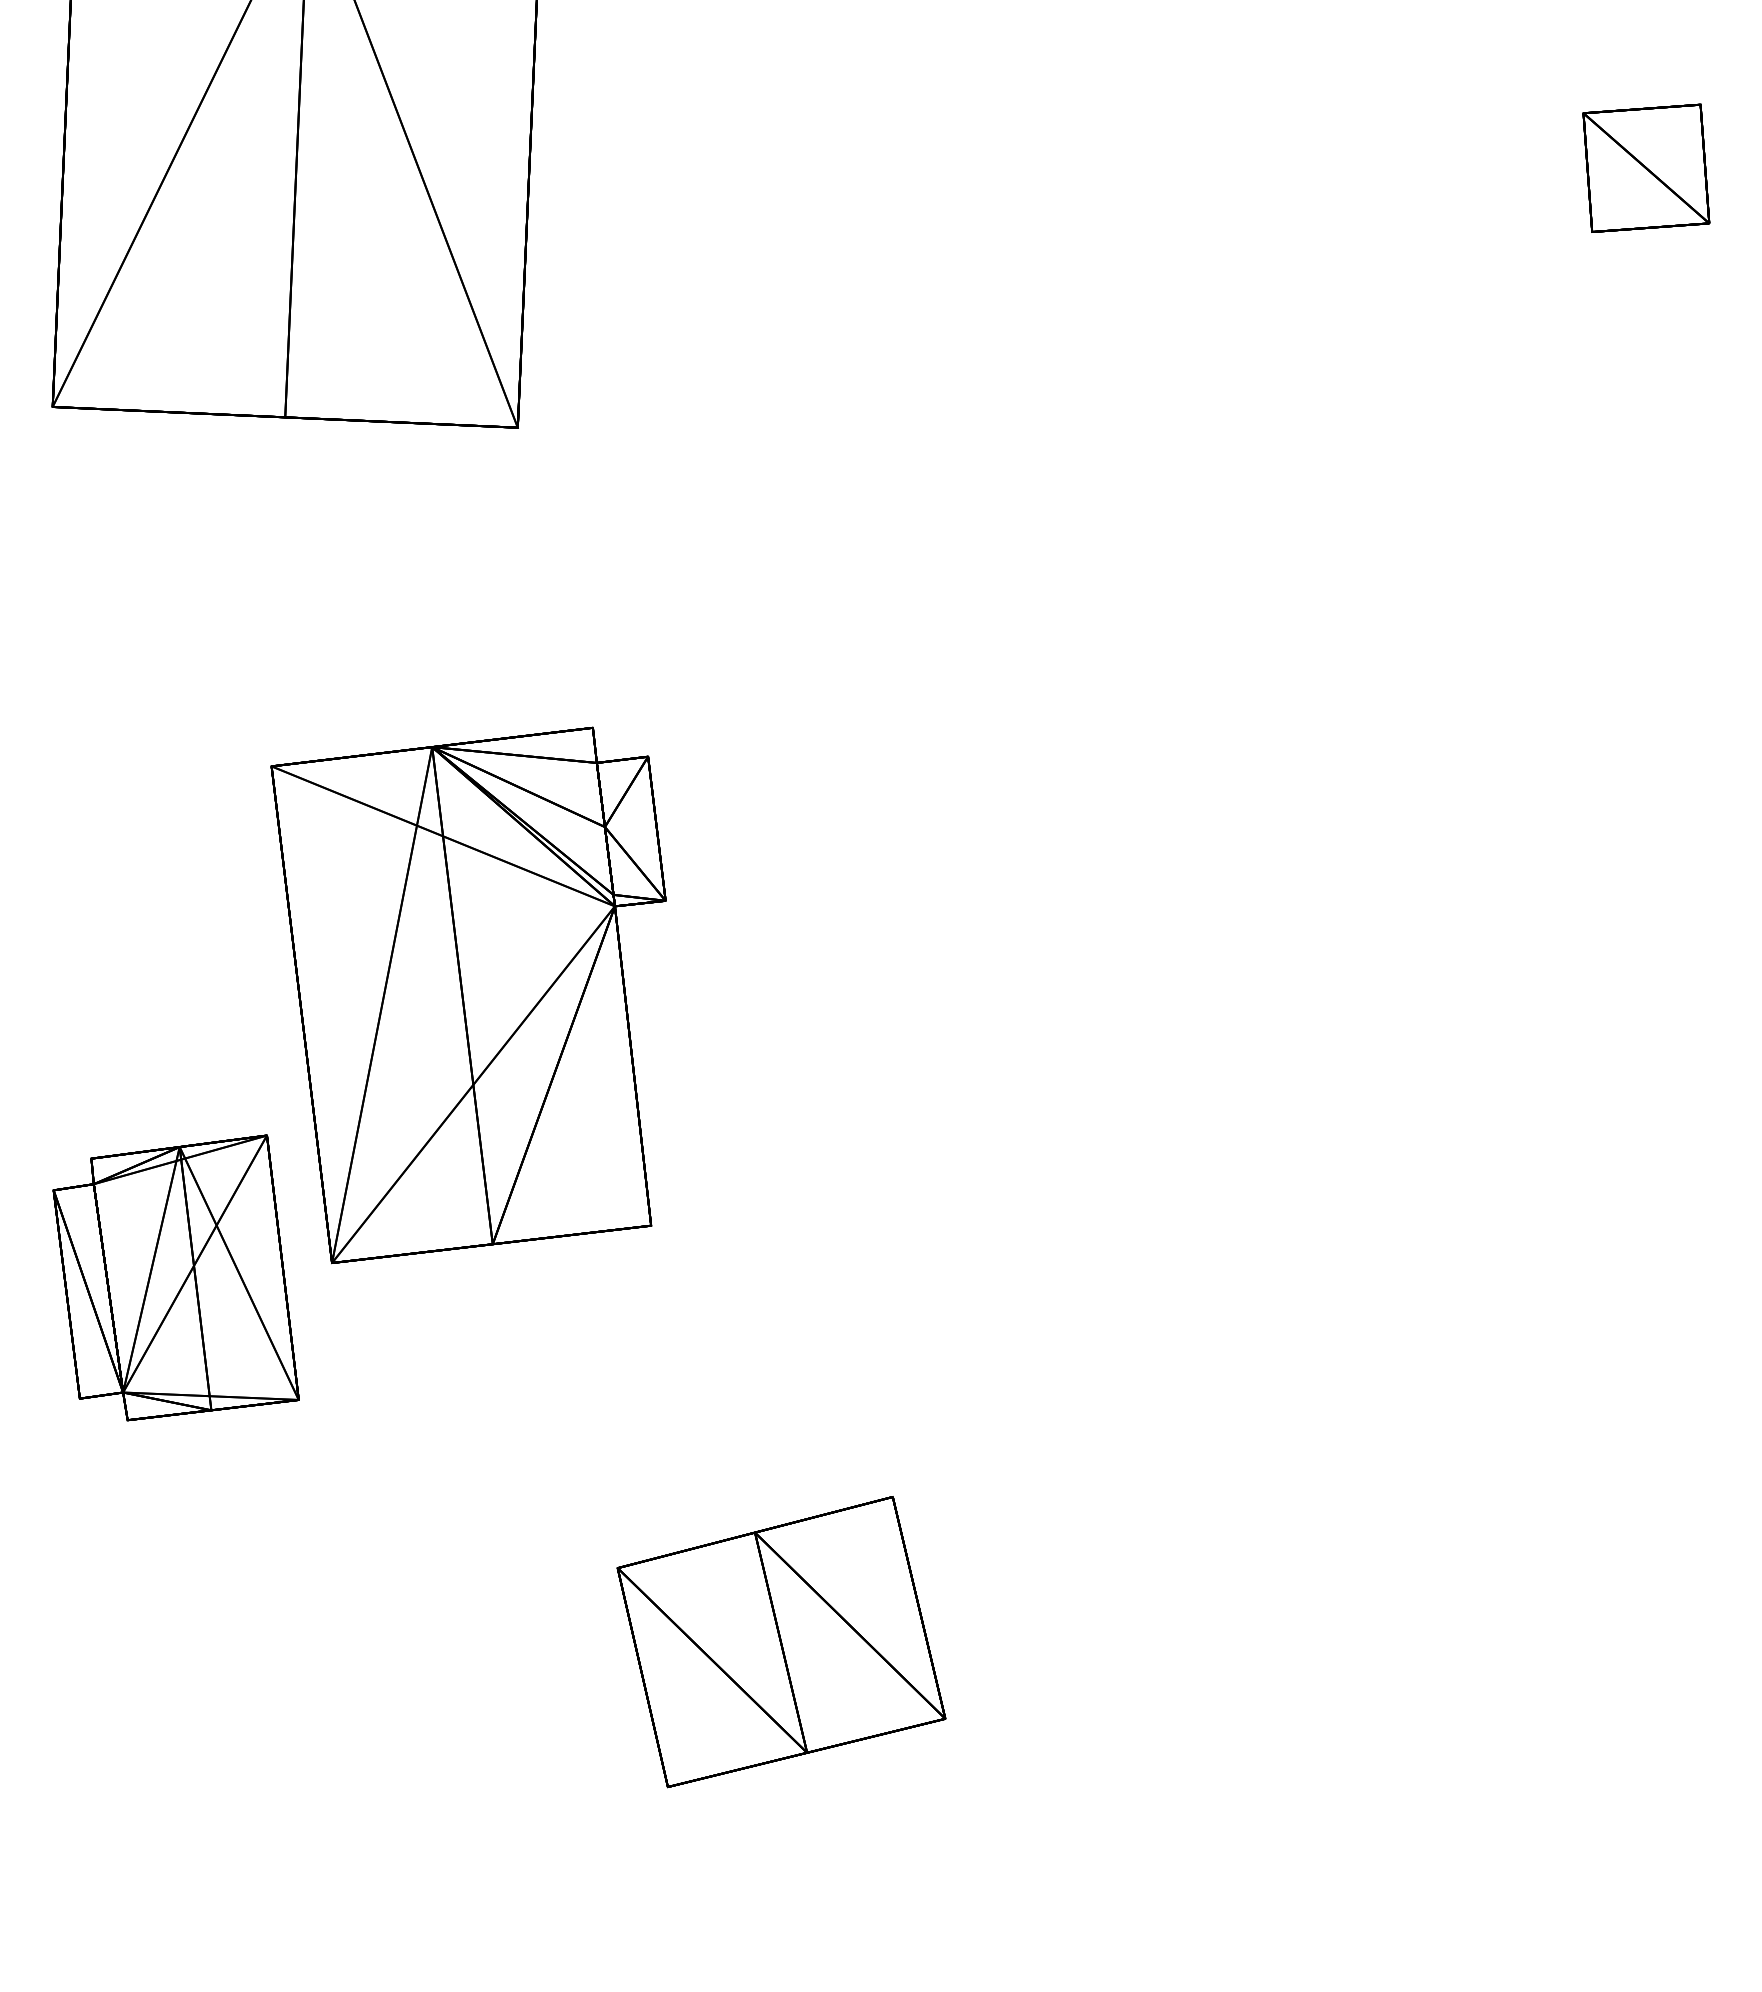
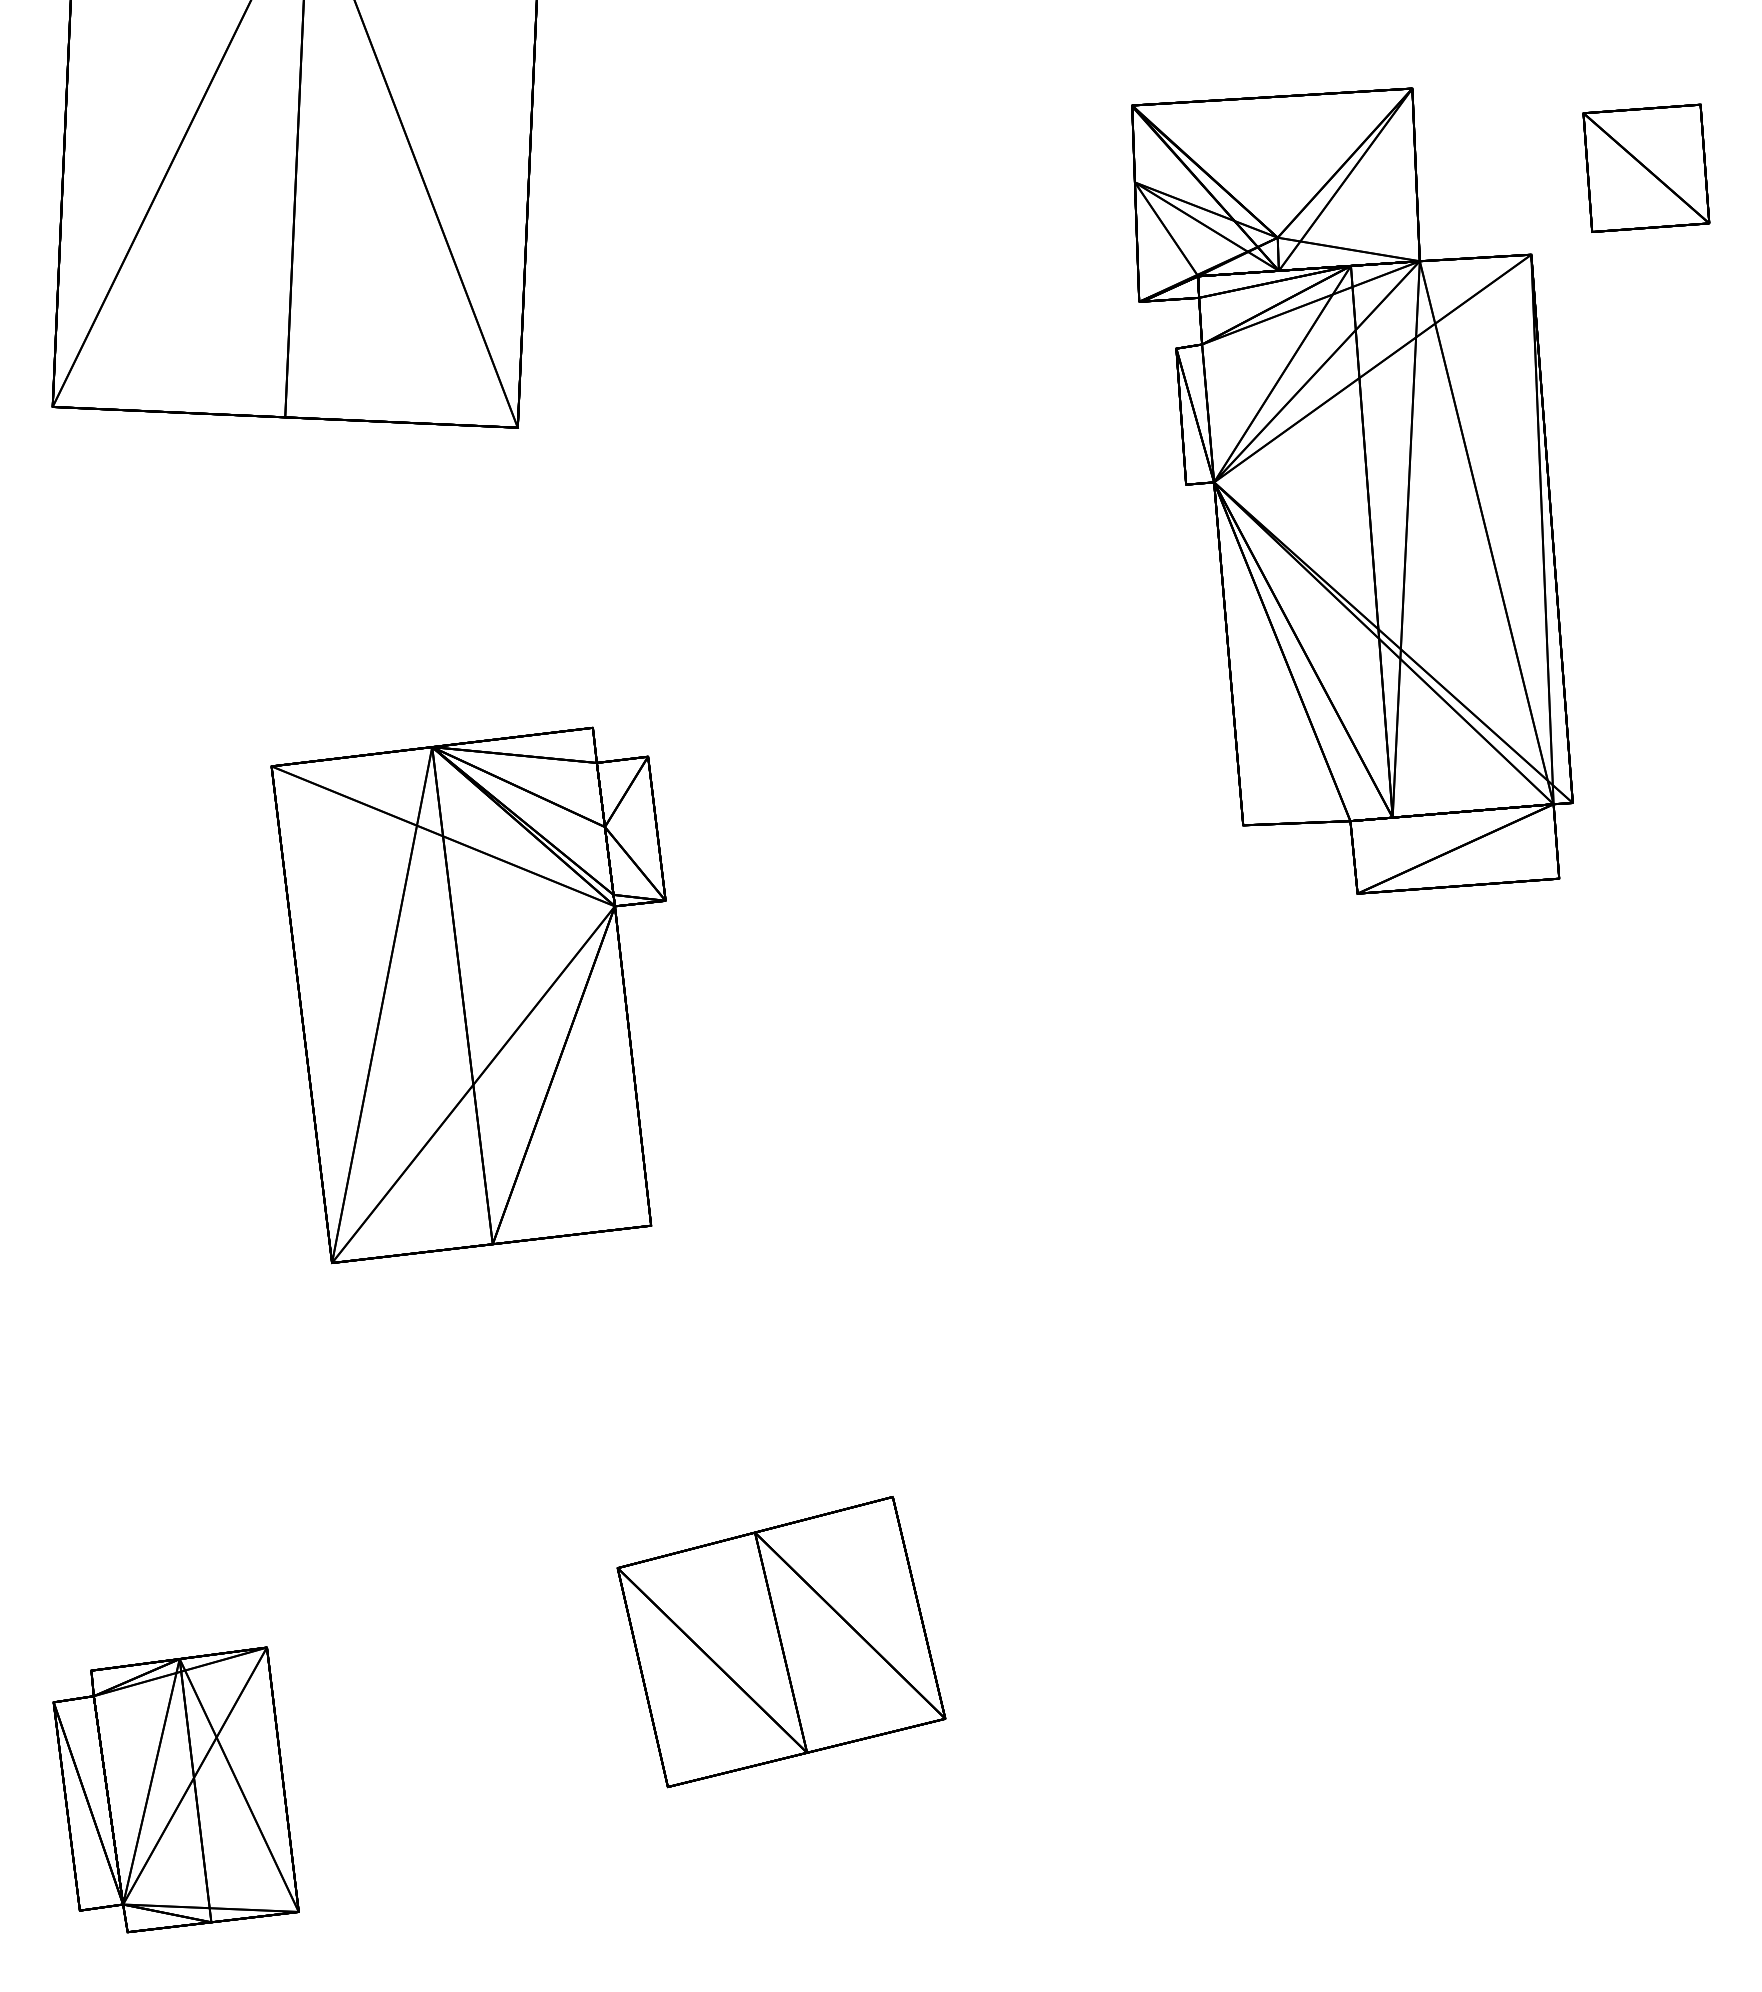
part at (1352, 490): none -> present
part at (175, 1277) position: (175, 1277) -> (175, 1789)
